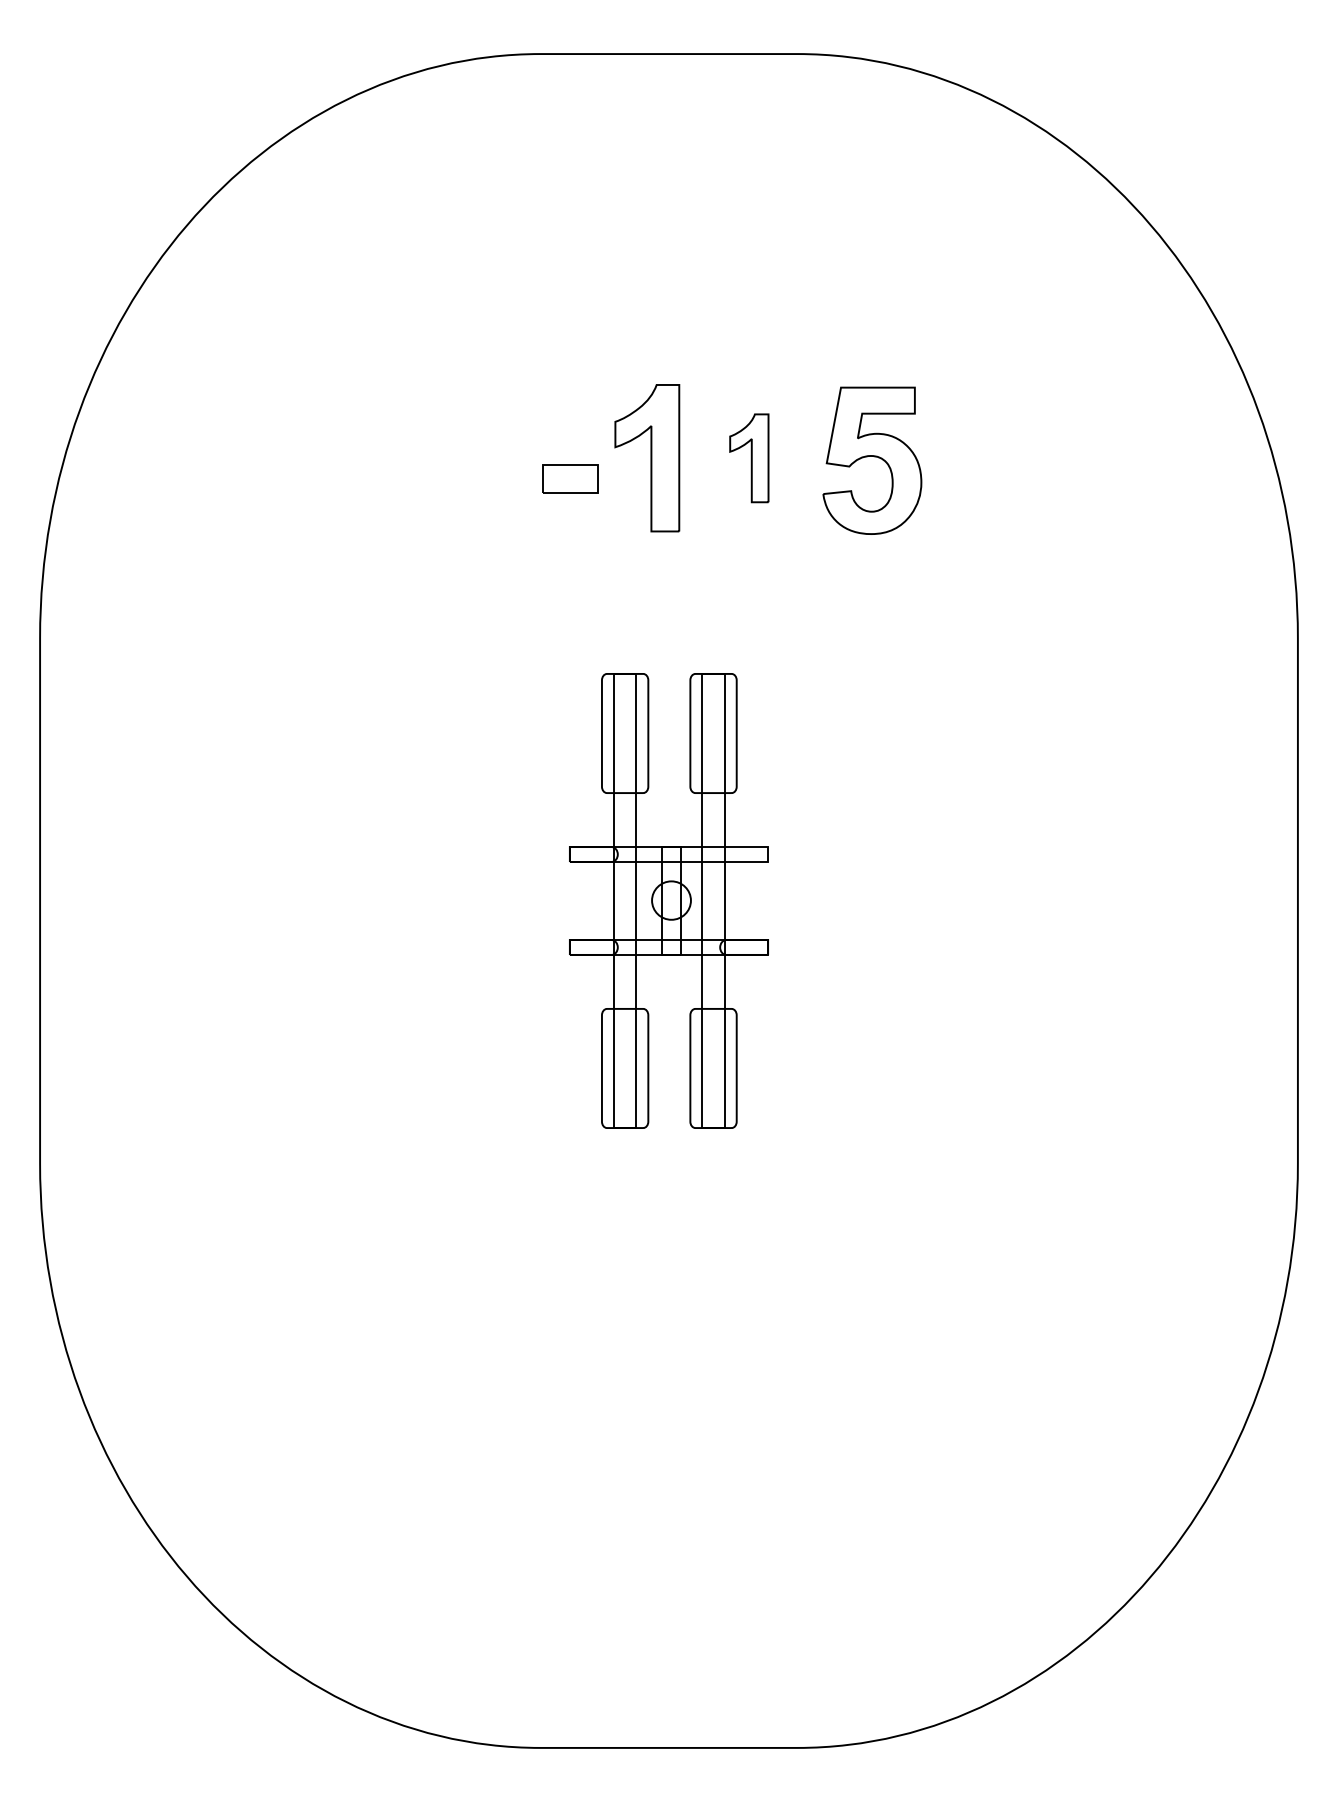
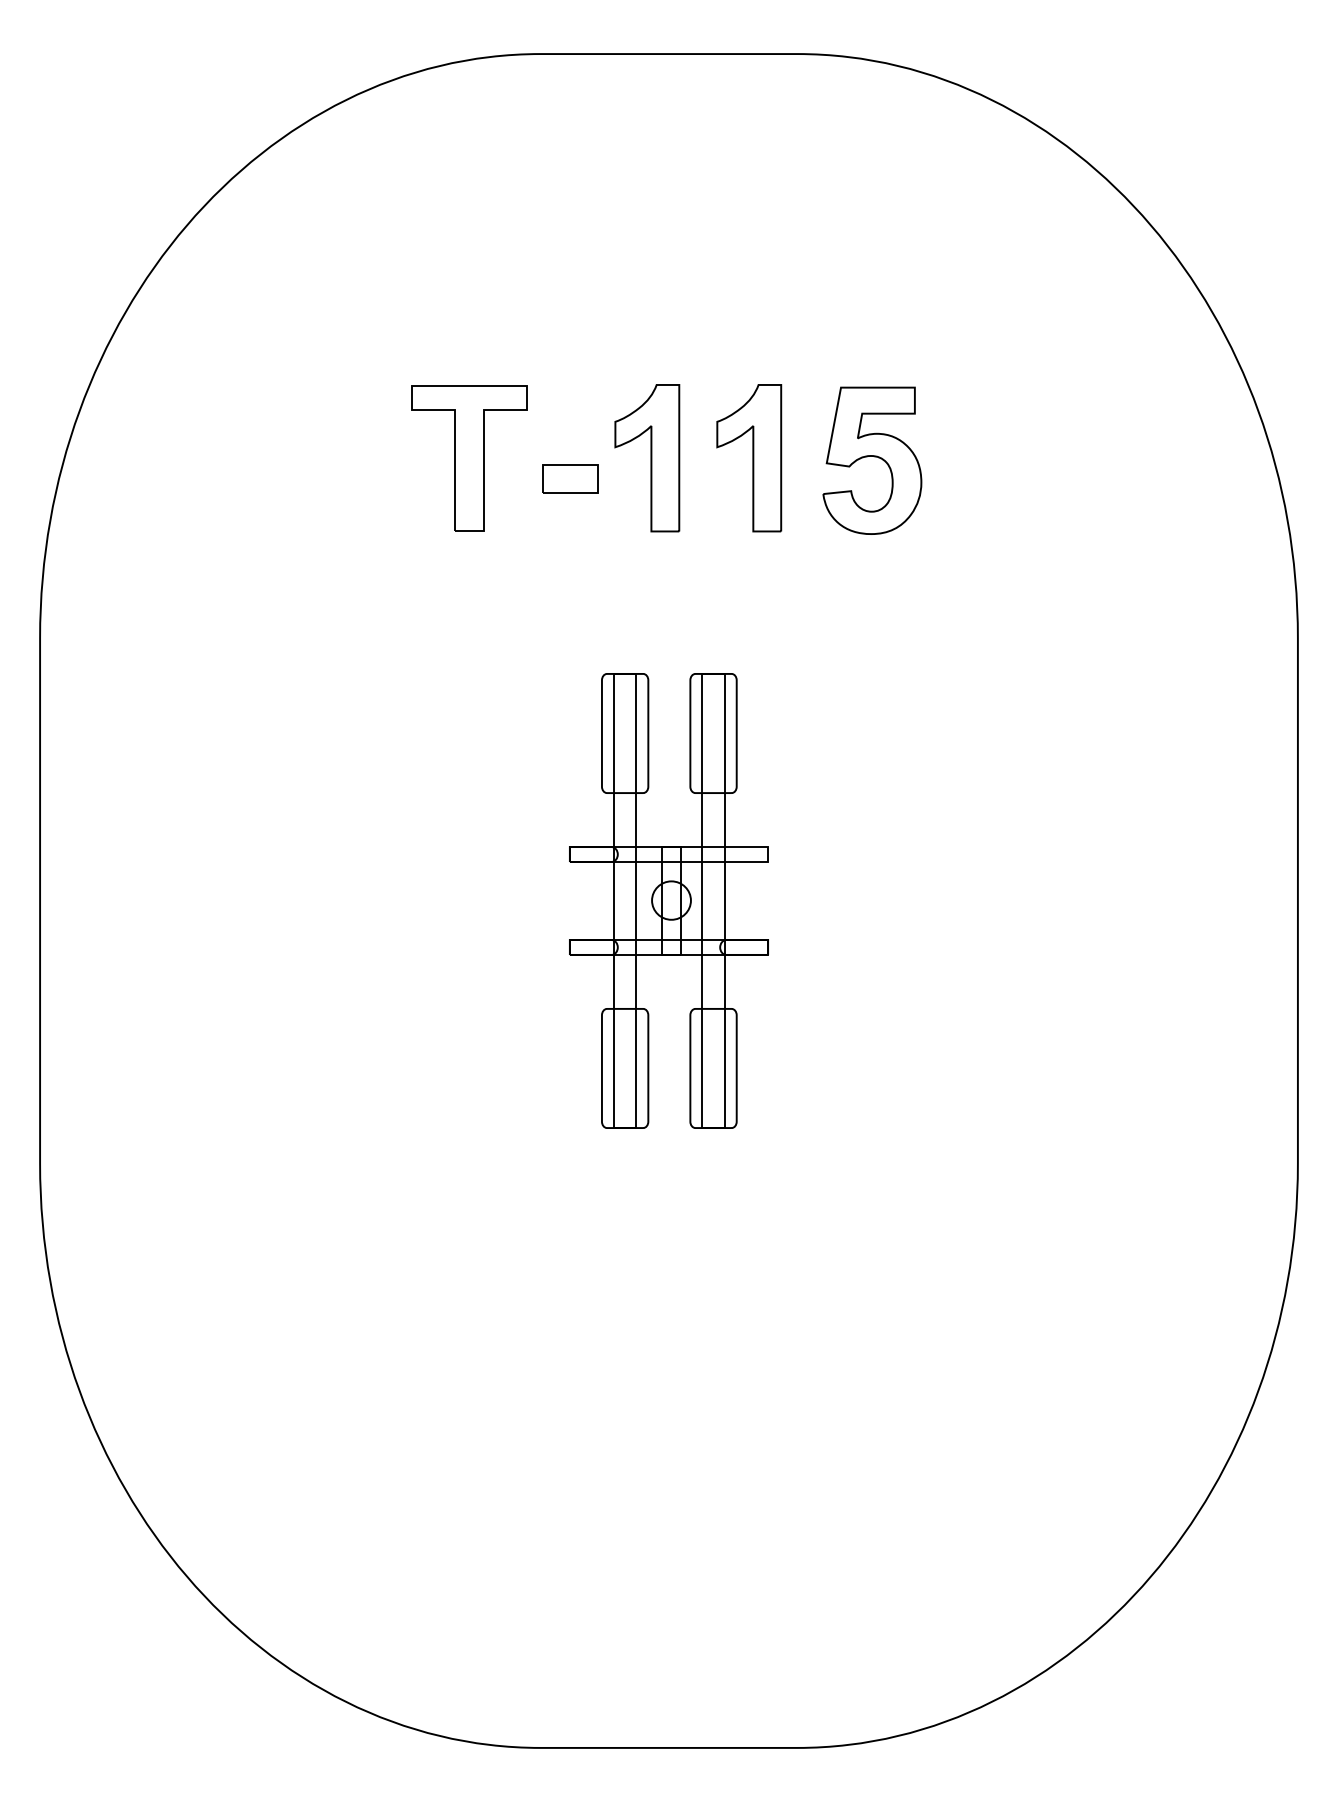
part at (469, 458): none -> present
part at (749, 458) size: 41x91 px -> 67x149 px
